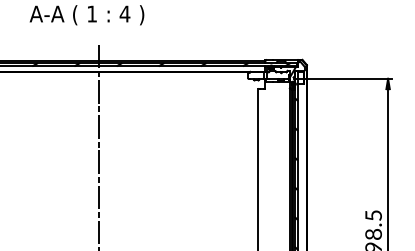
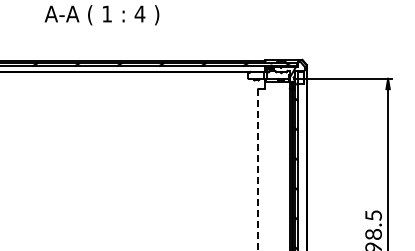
text at (86, 15) position: (86, 15) -> (101, 15)
line at (99, 145): present -> none
line at (258, 170): solid -> dashed
